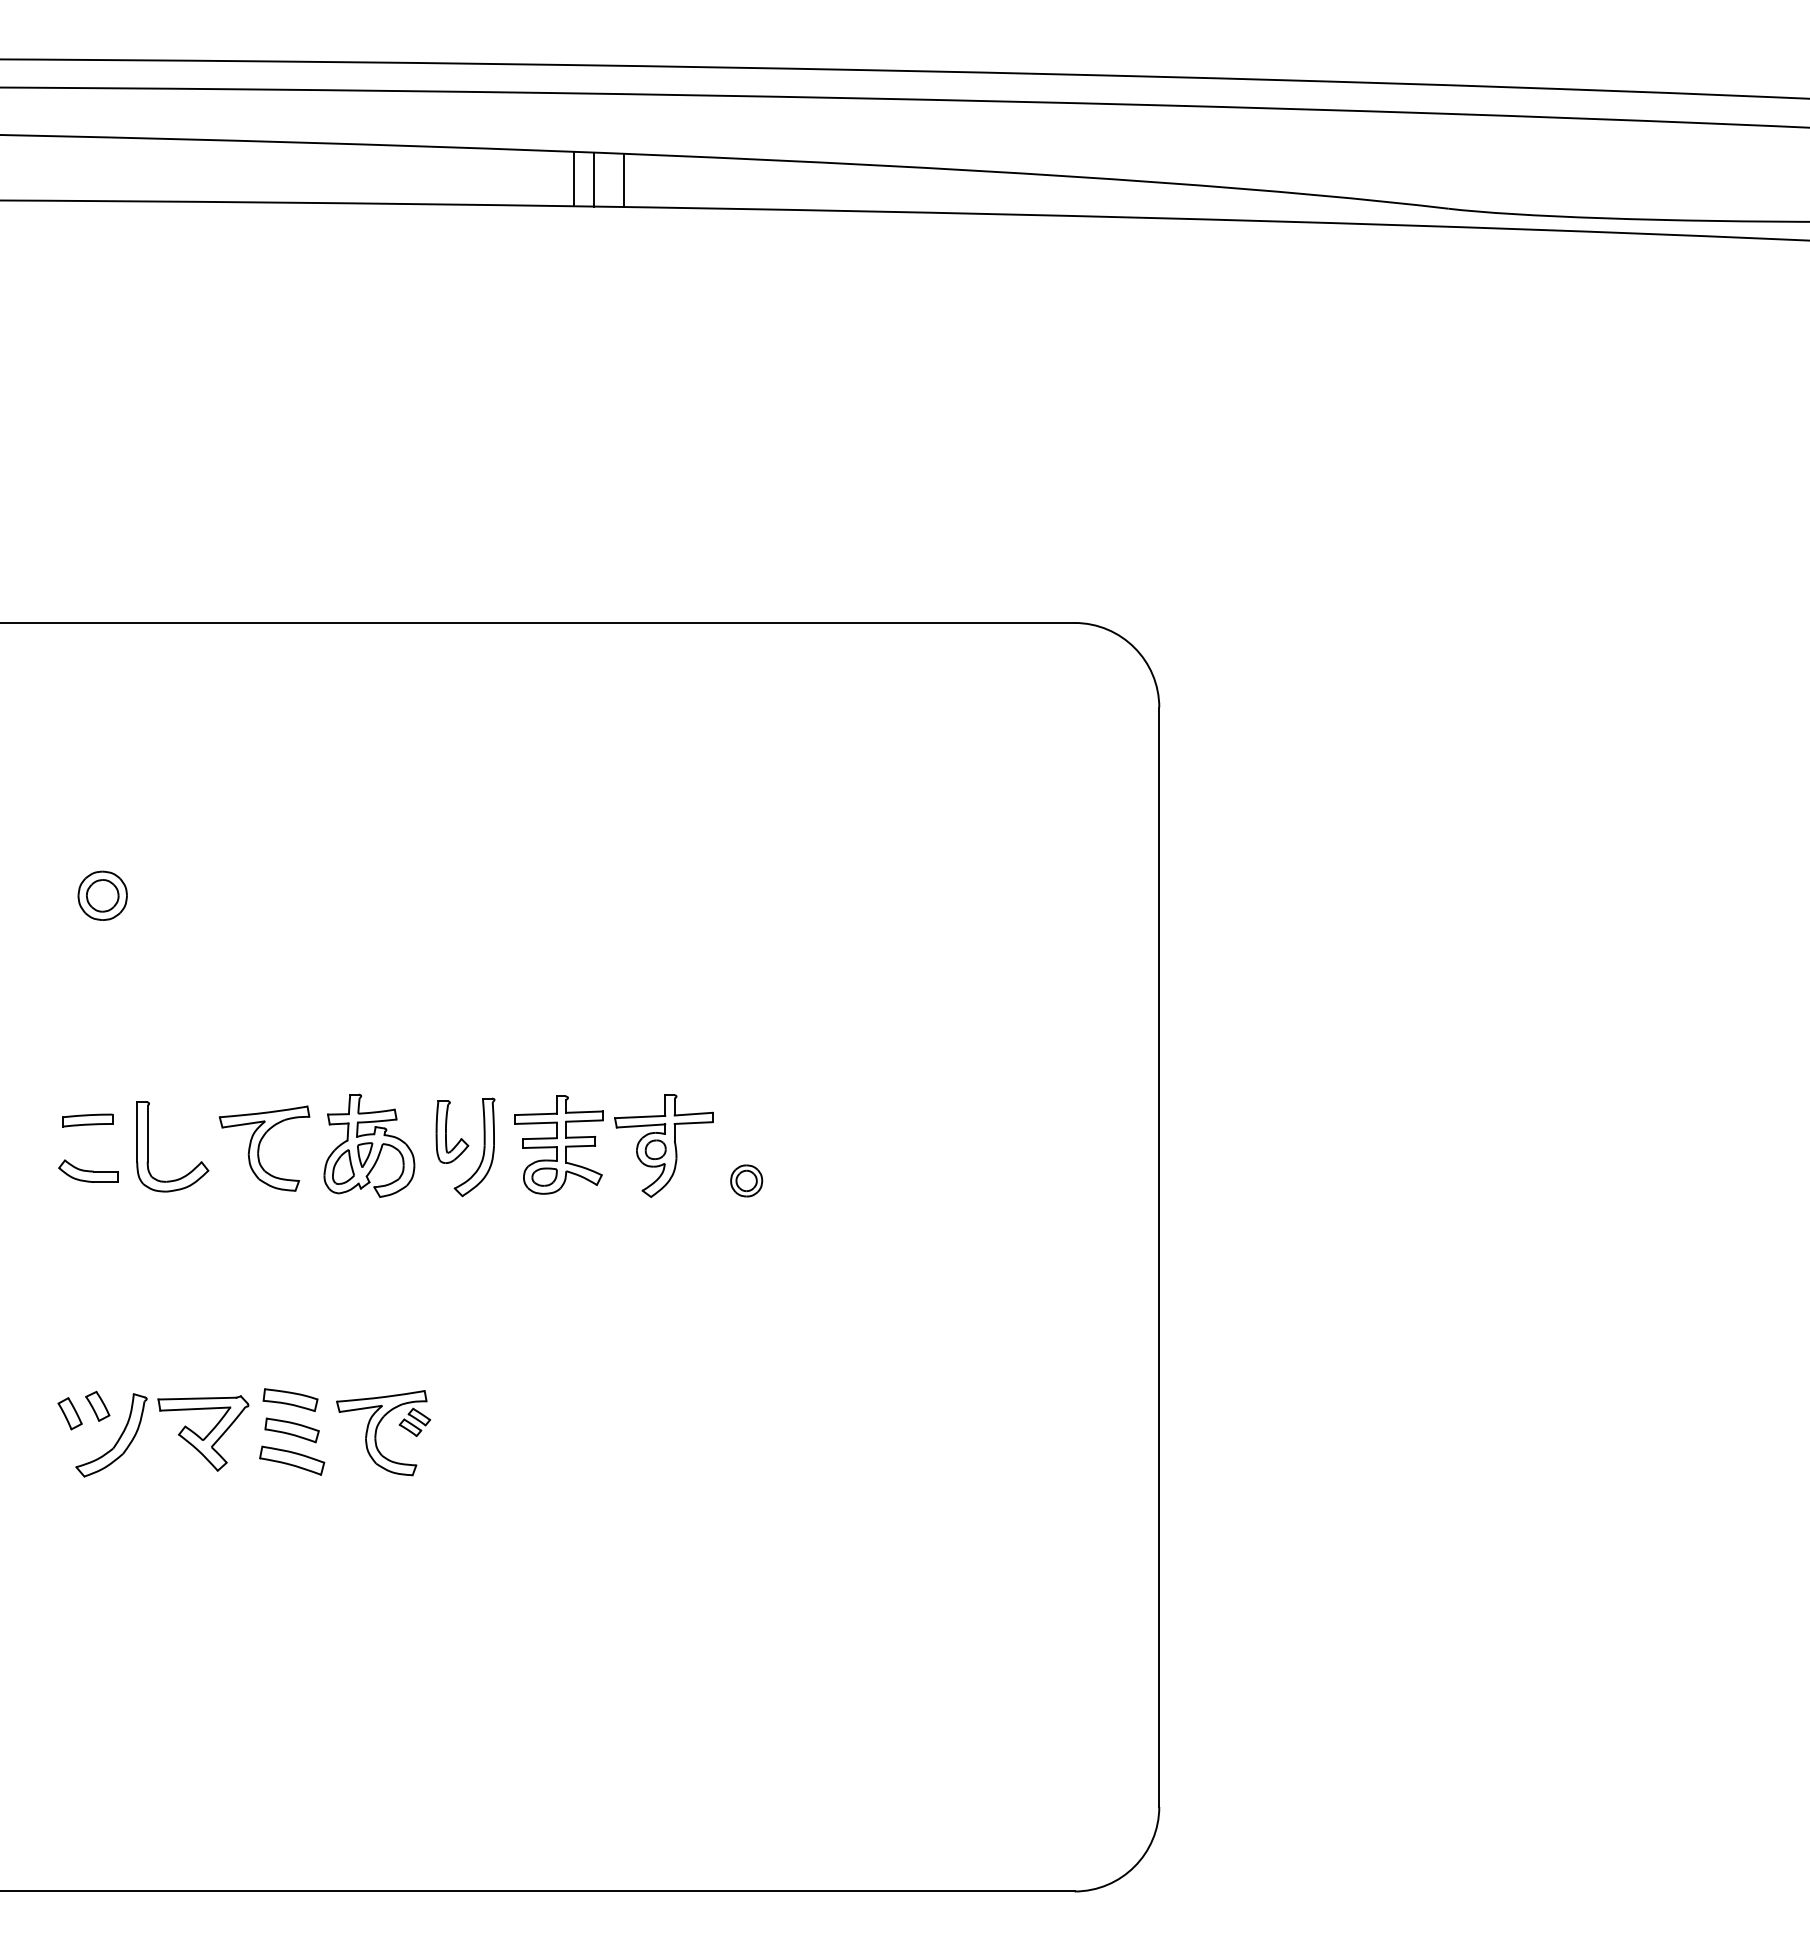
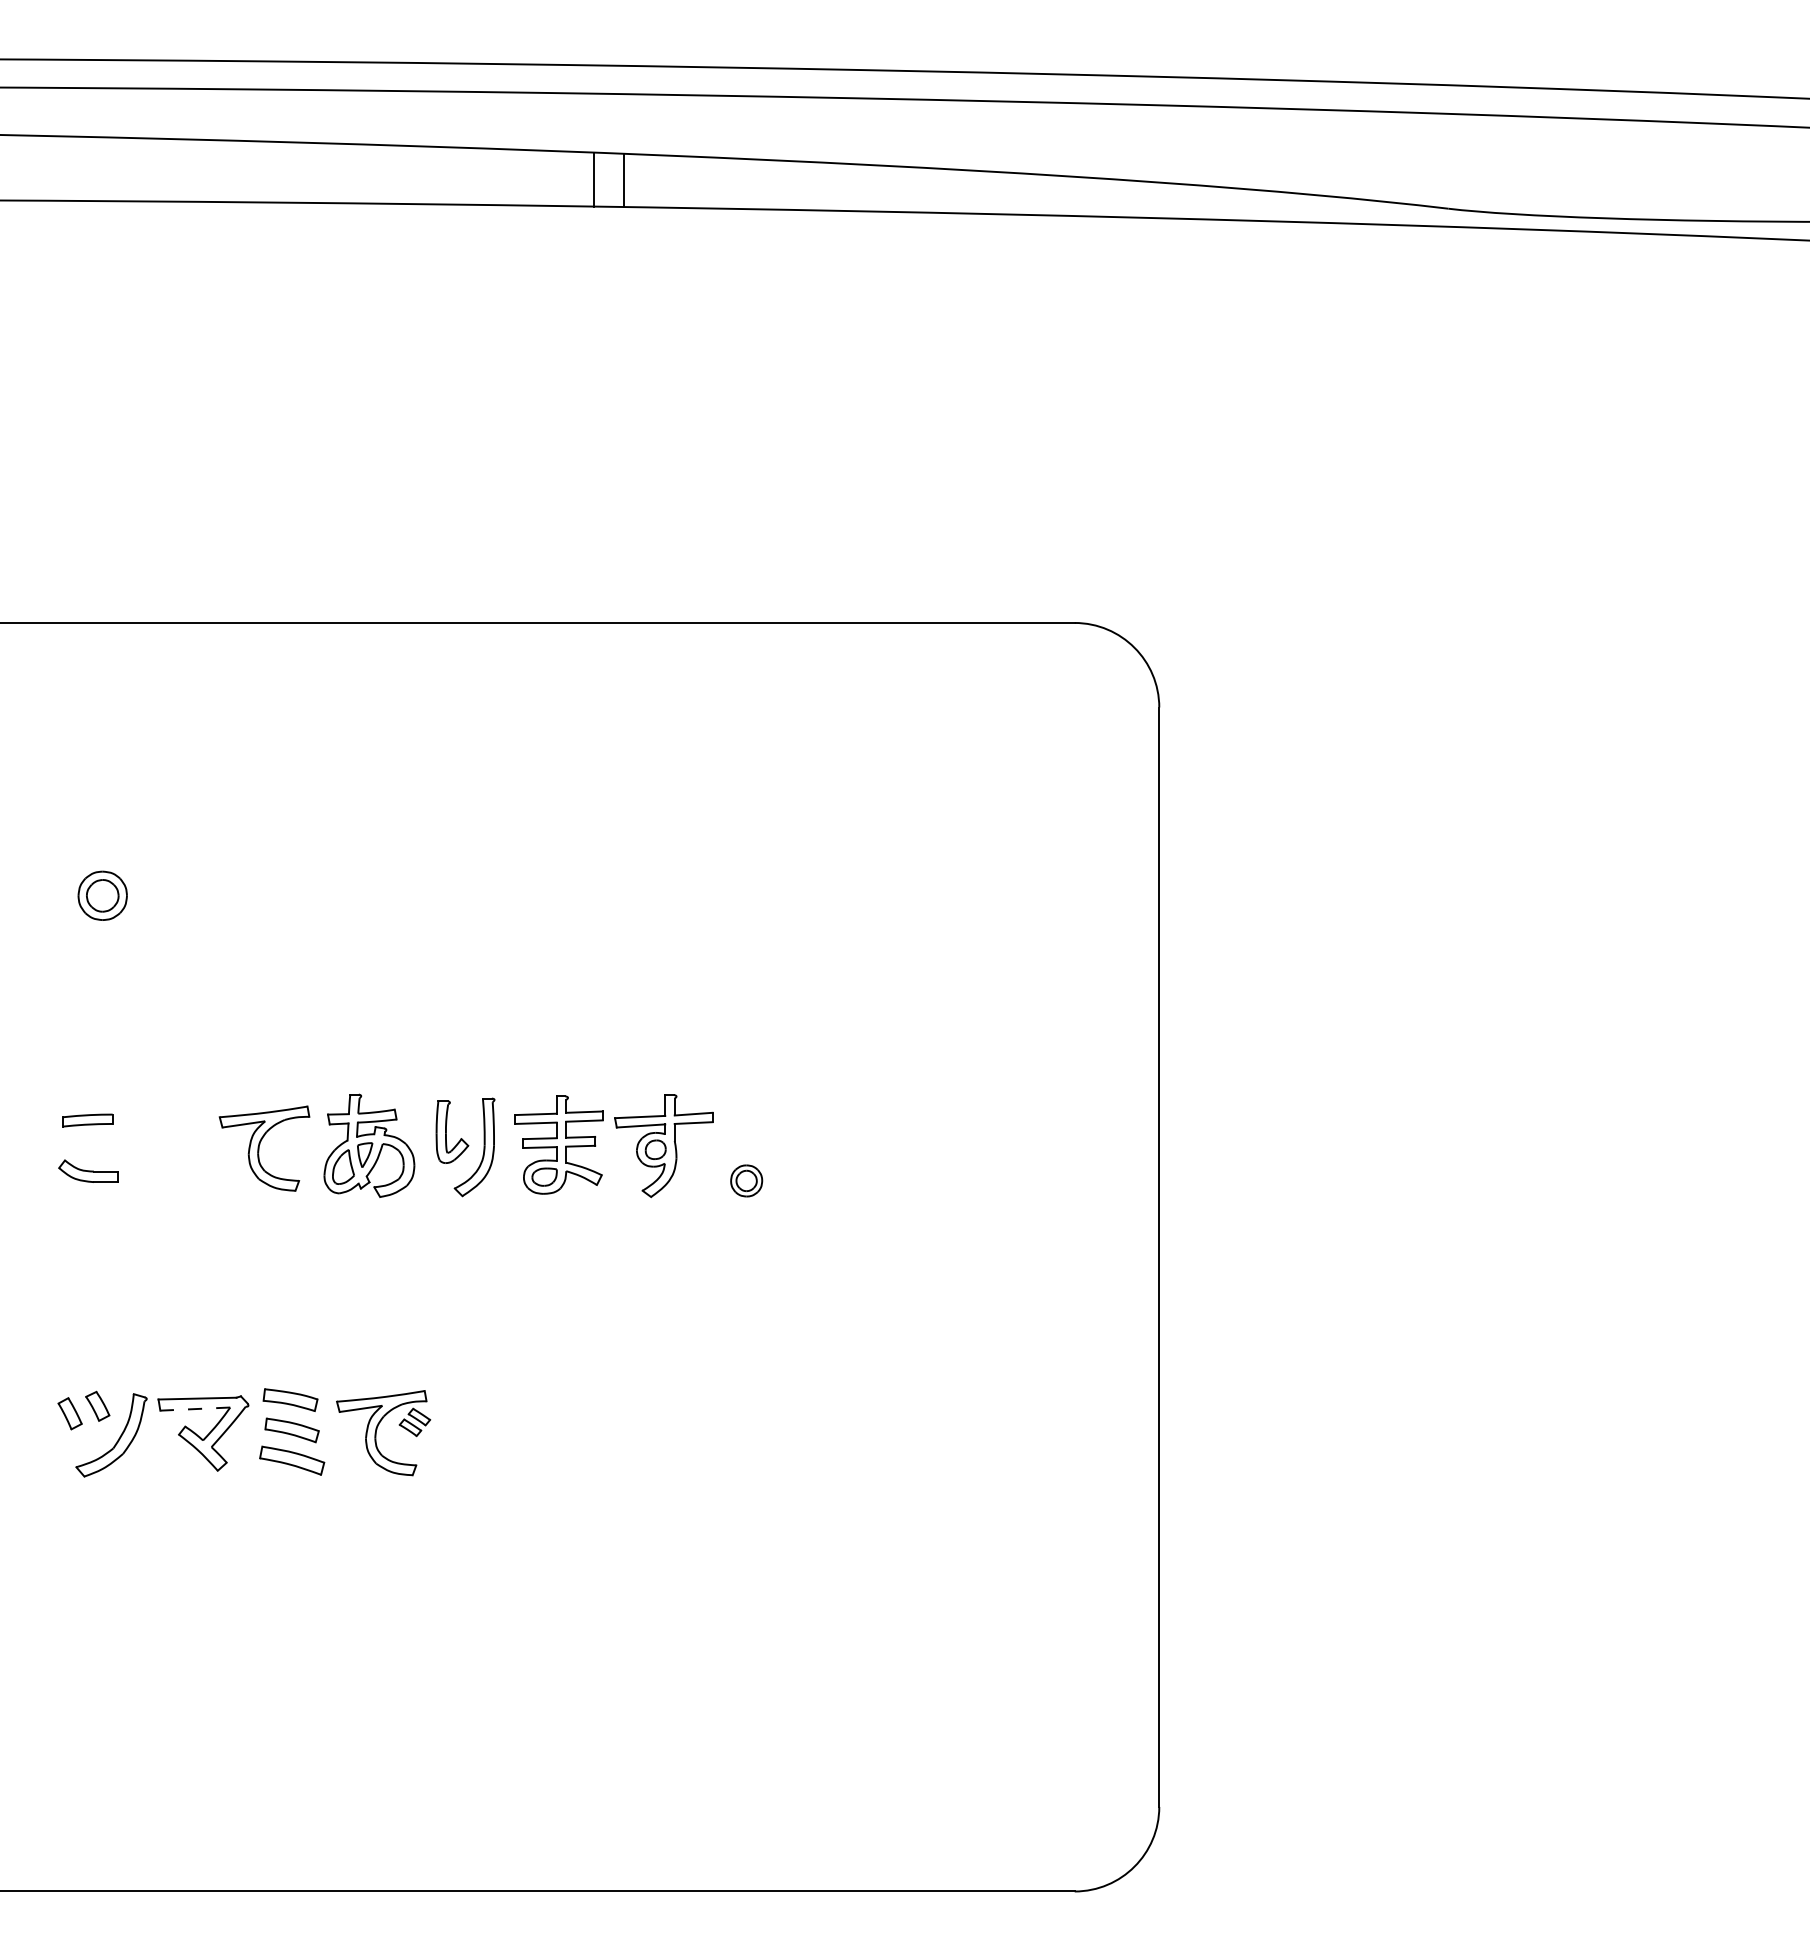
line at (573, 178): present -> none
part at (148, 1146): present -> none
line at (195, 1409): solid -> dashed
